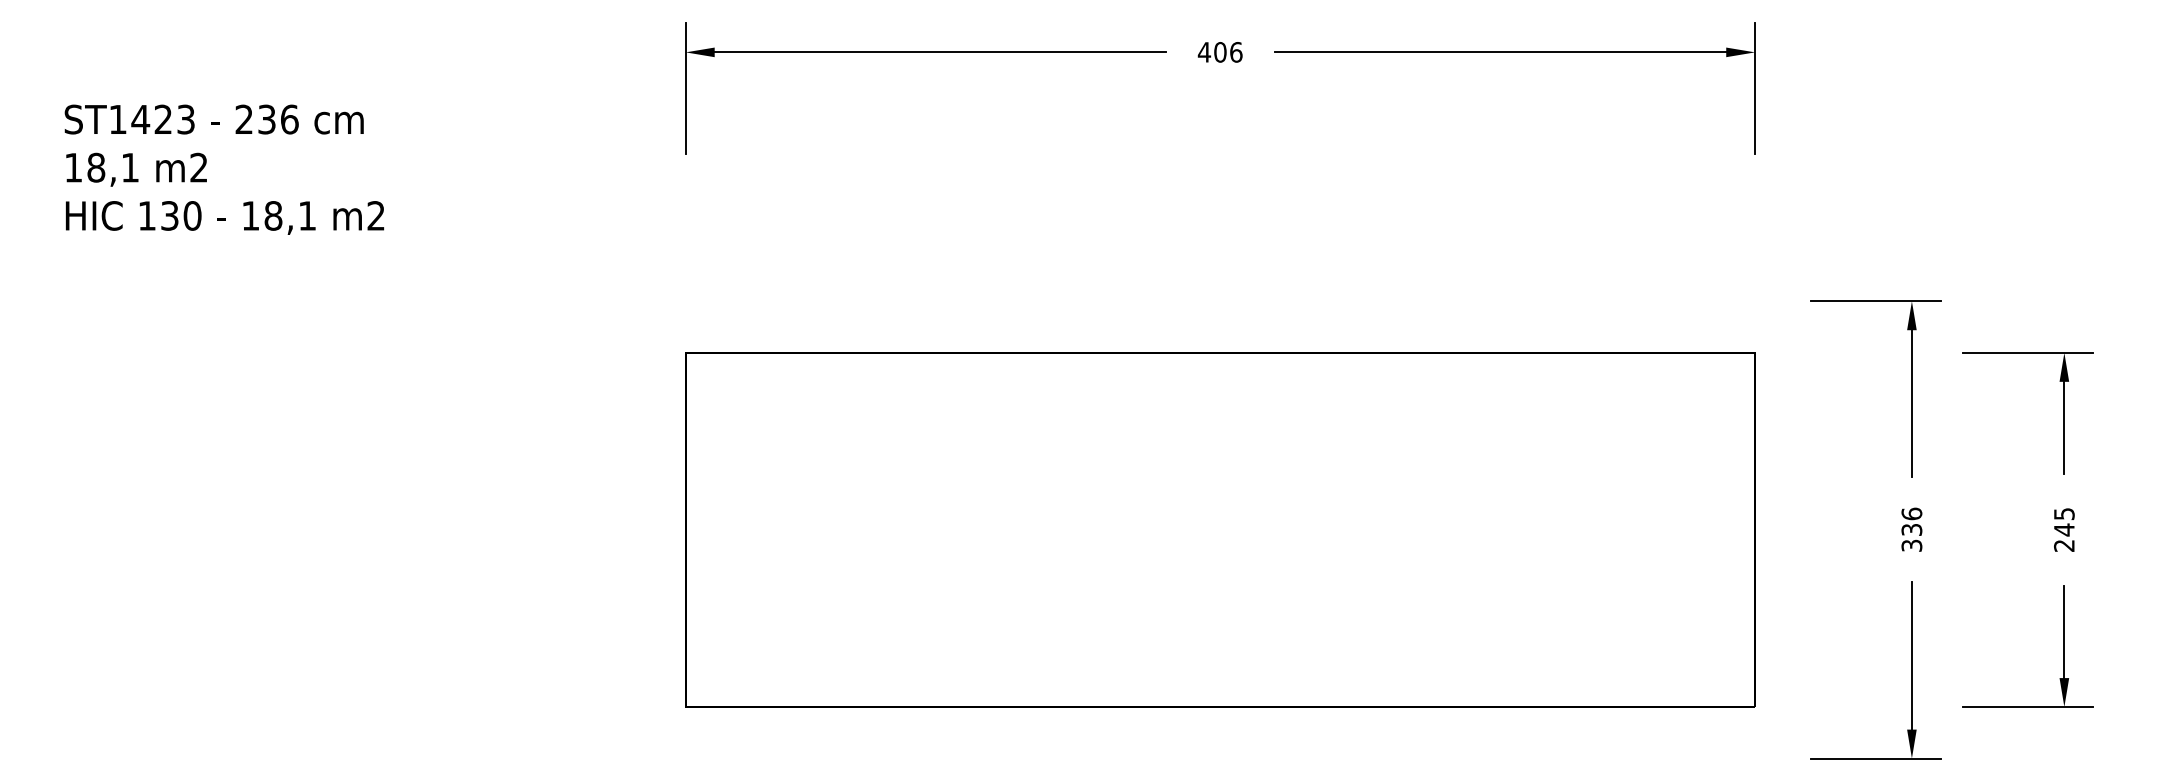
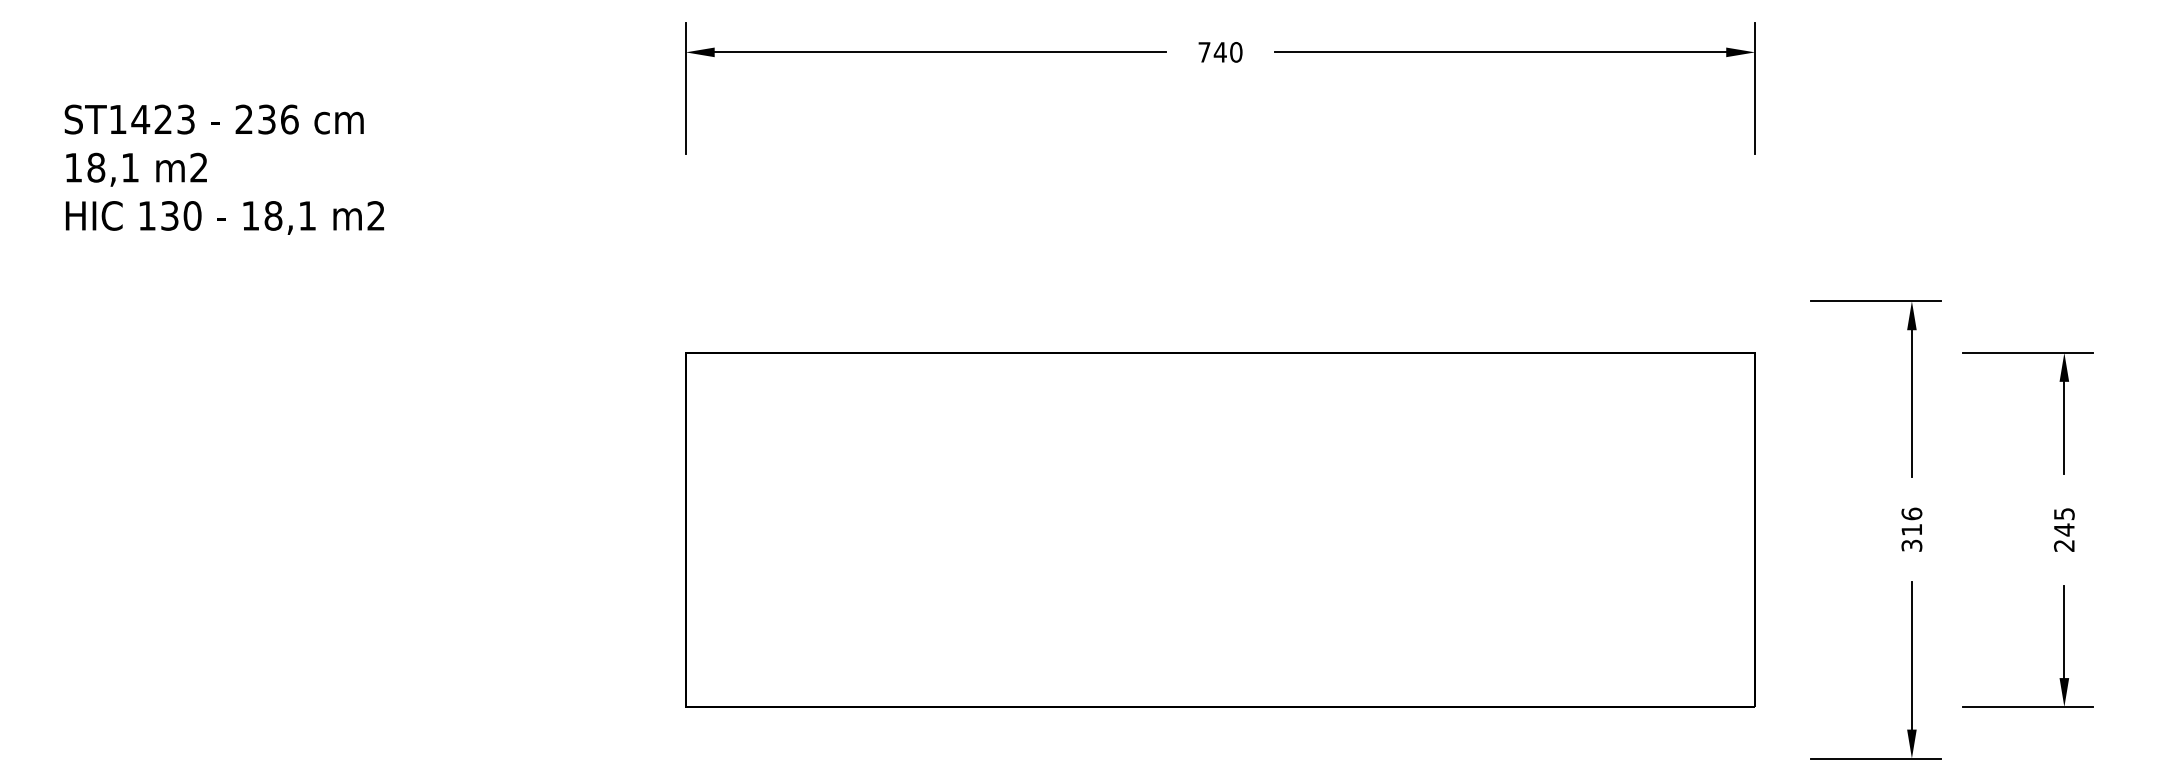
text at (1219, 52): 406 -> 740
text at (1911, 529): 336 -> 316
